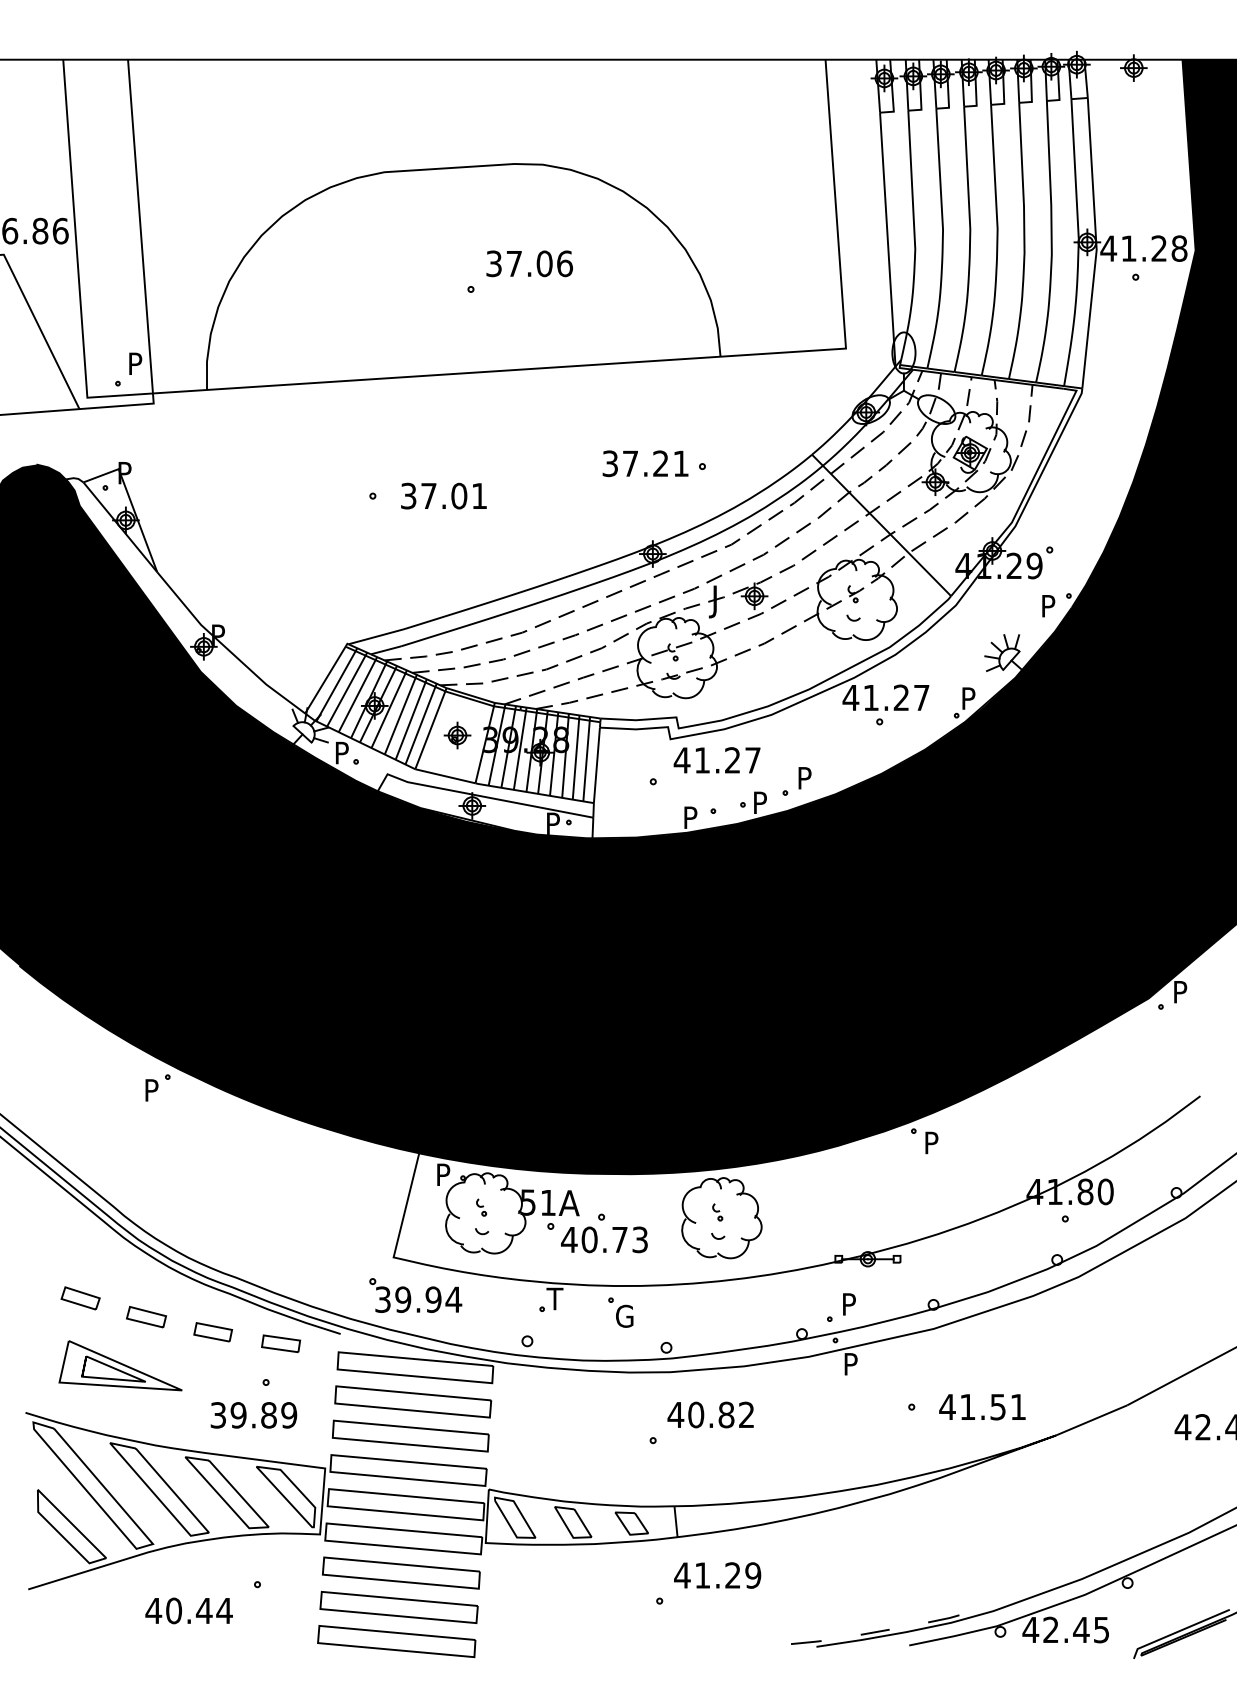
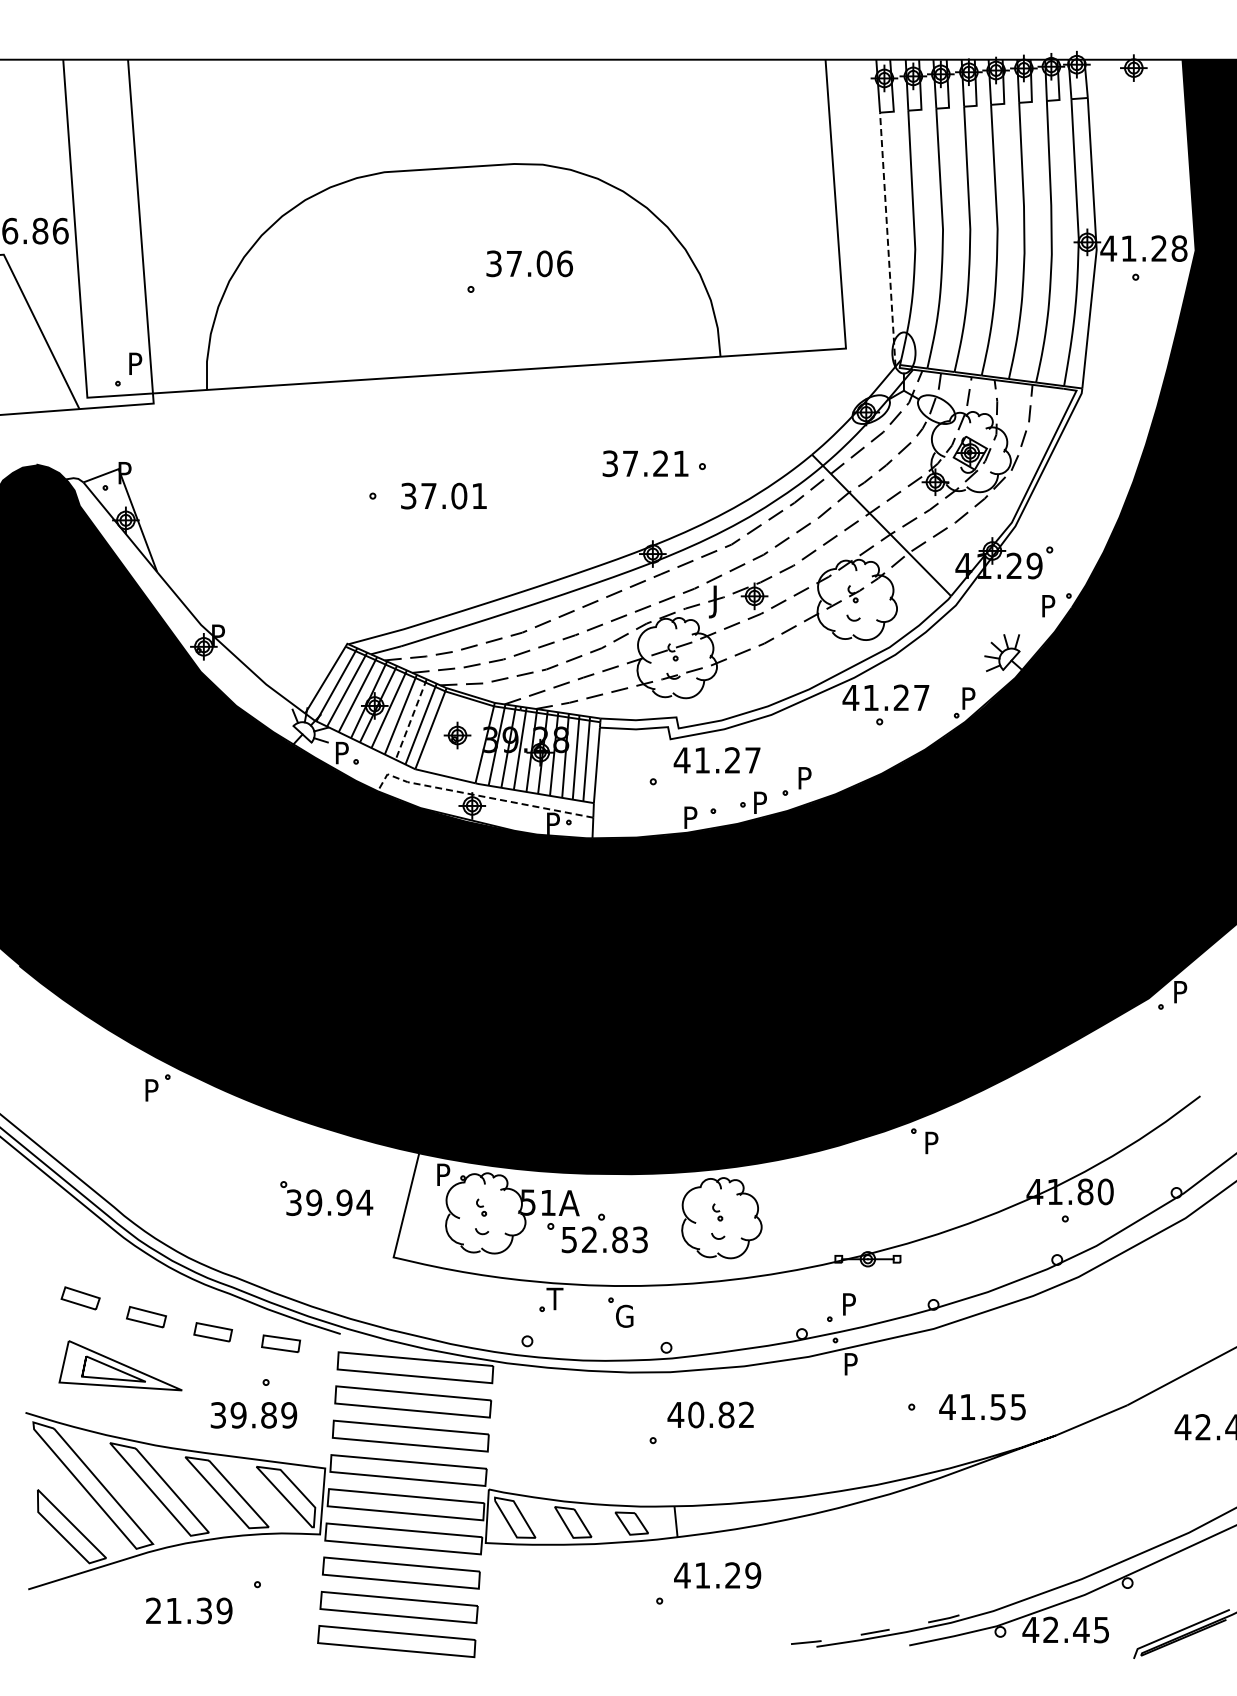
line at (887, 239): solid -> dashed
line at (411, 720): solid -> dashed
line at (478, 795): solid -> dashed
text at (594, 1239): 40.73 -> 52.83
part at (415, 1295) position: (415, 1295) -> (326, 1198)
text at (1017, 1407): 41.51 -> 41.55
text at (188, 1610): 40.44 -> 21.39
